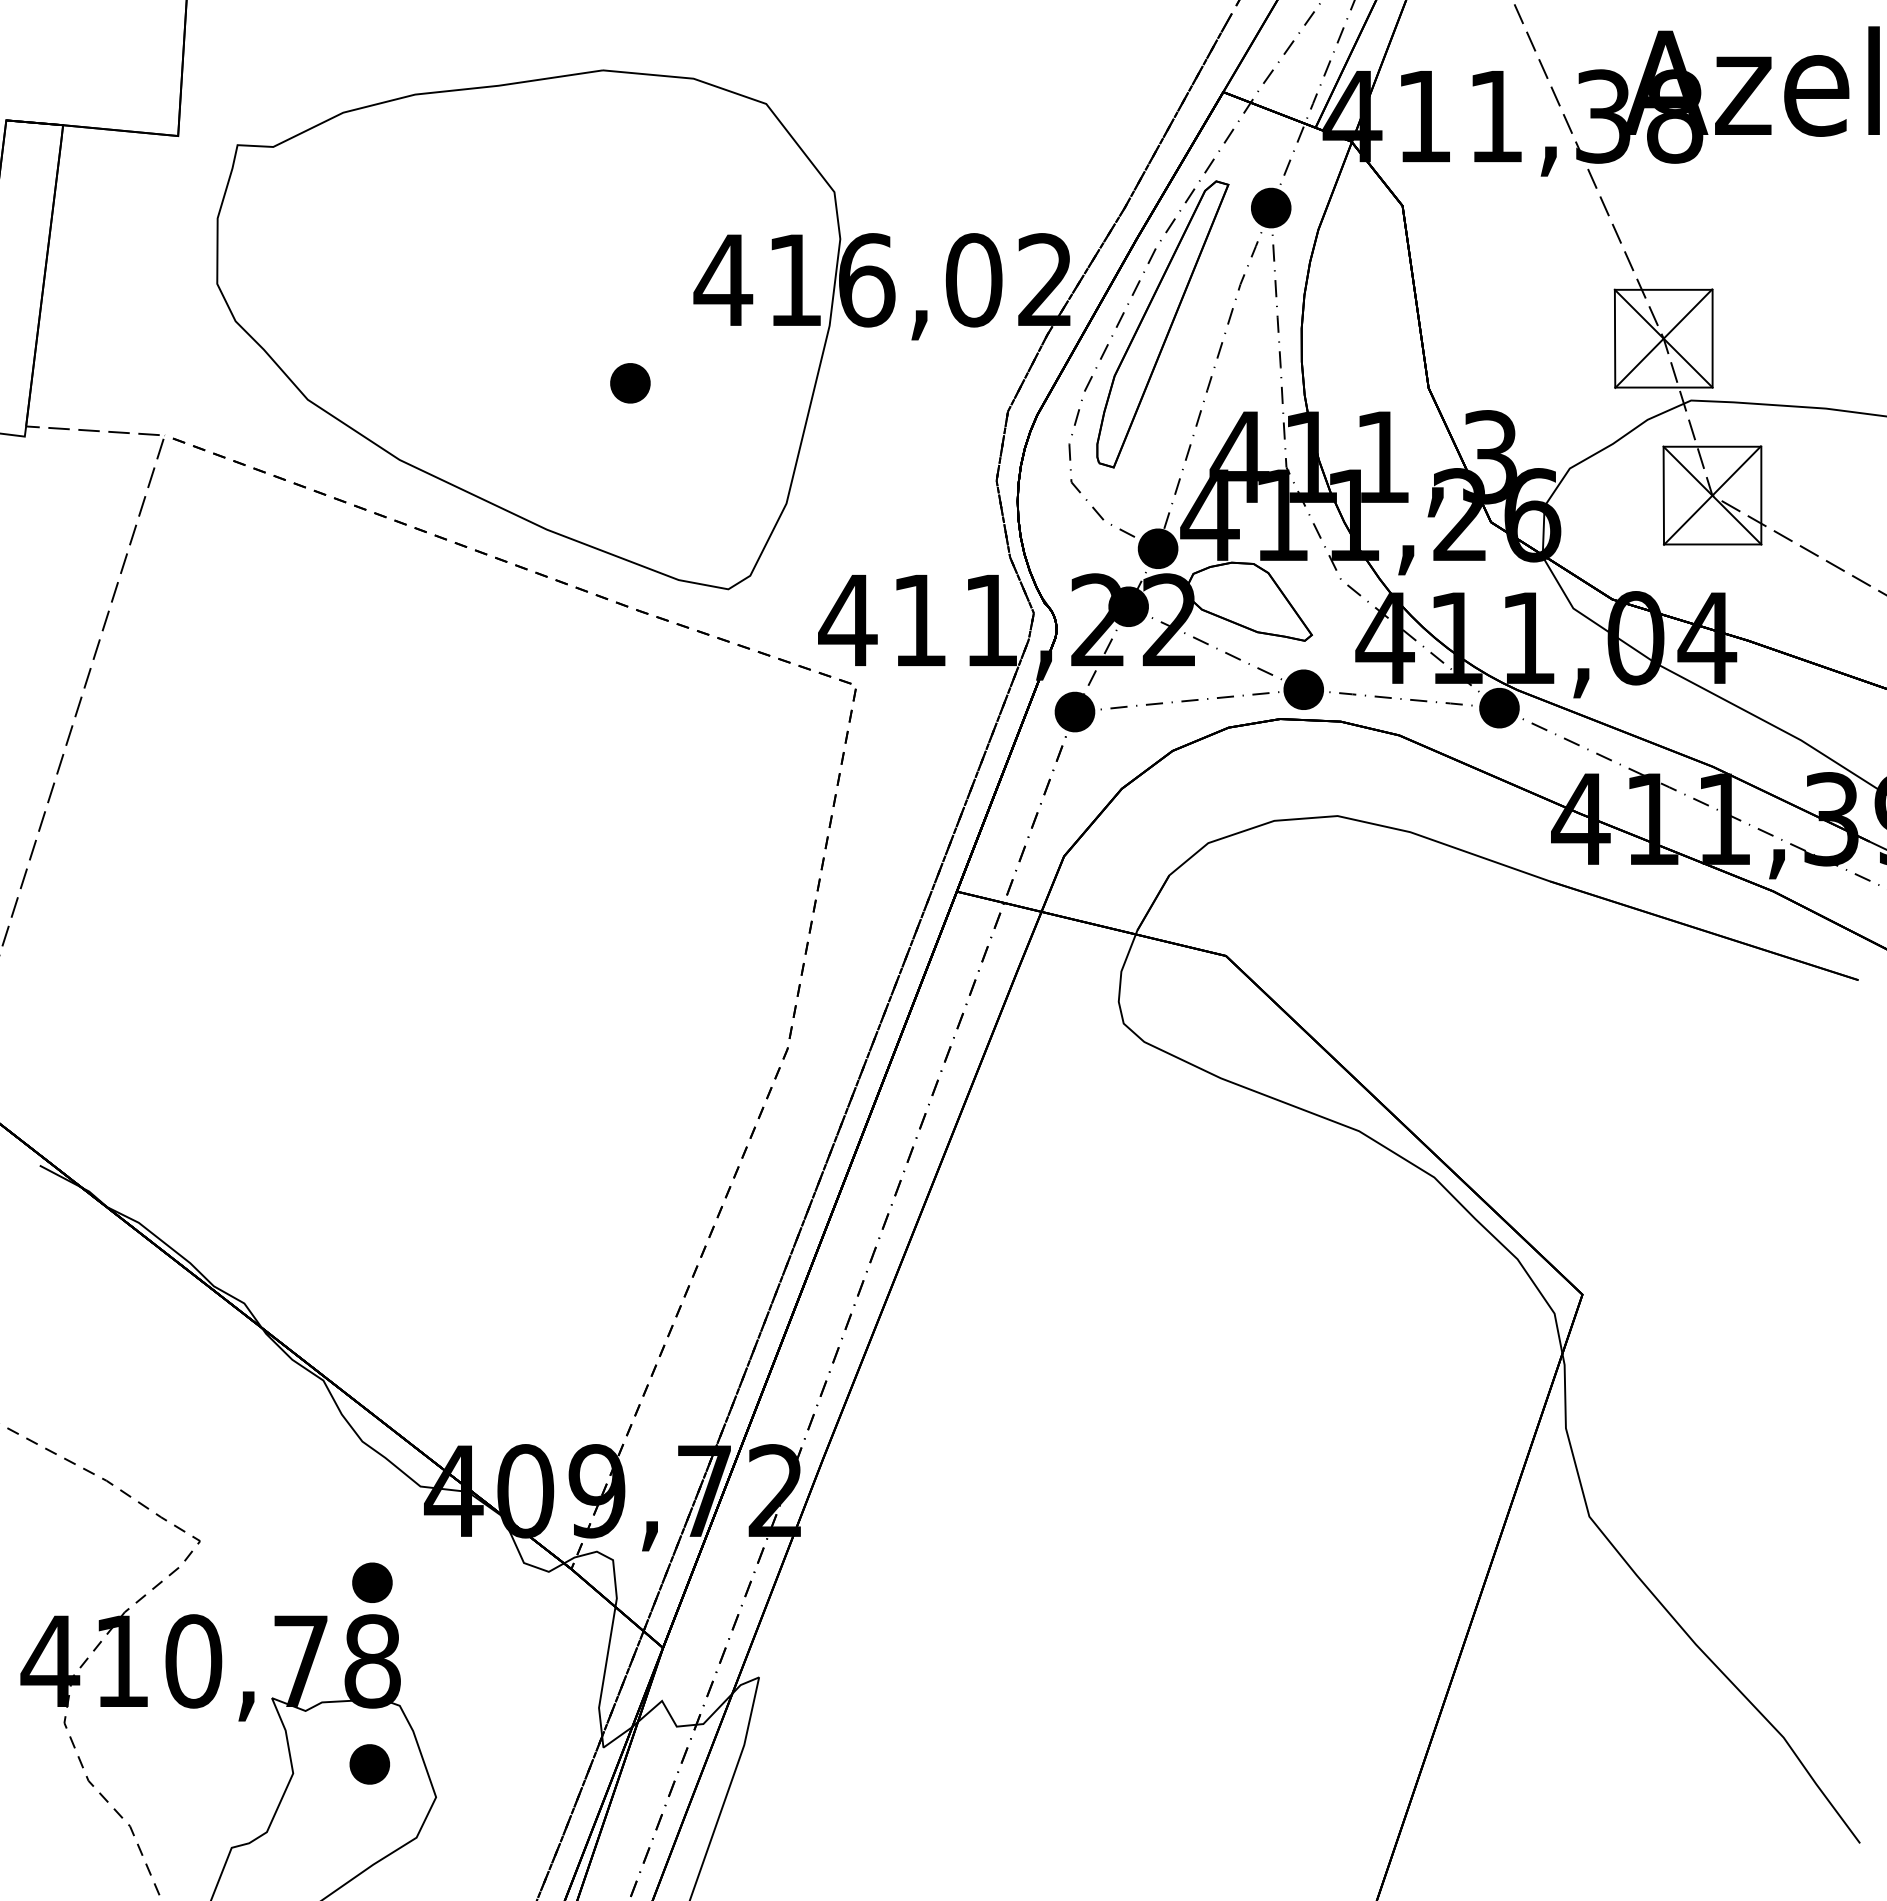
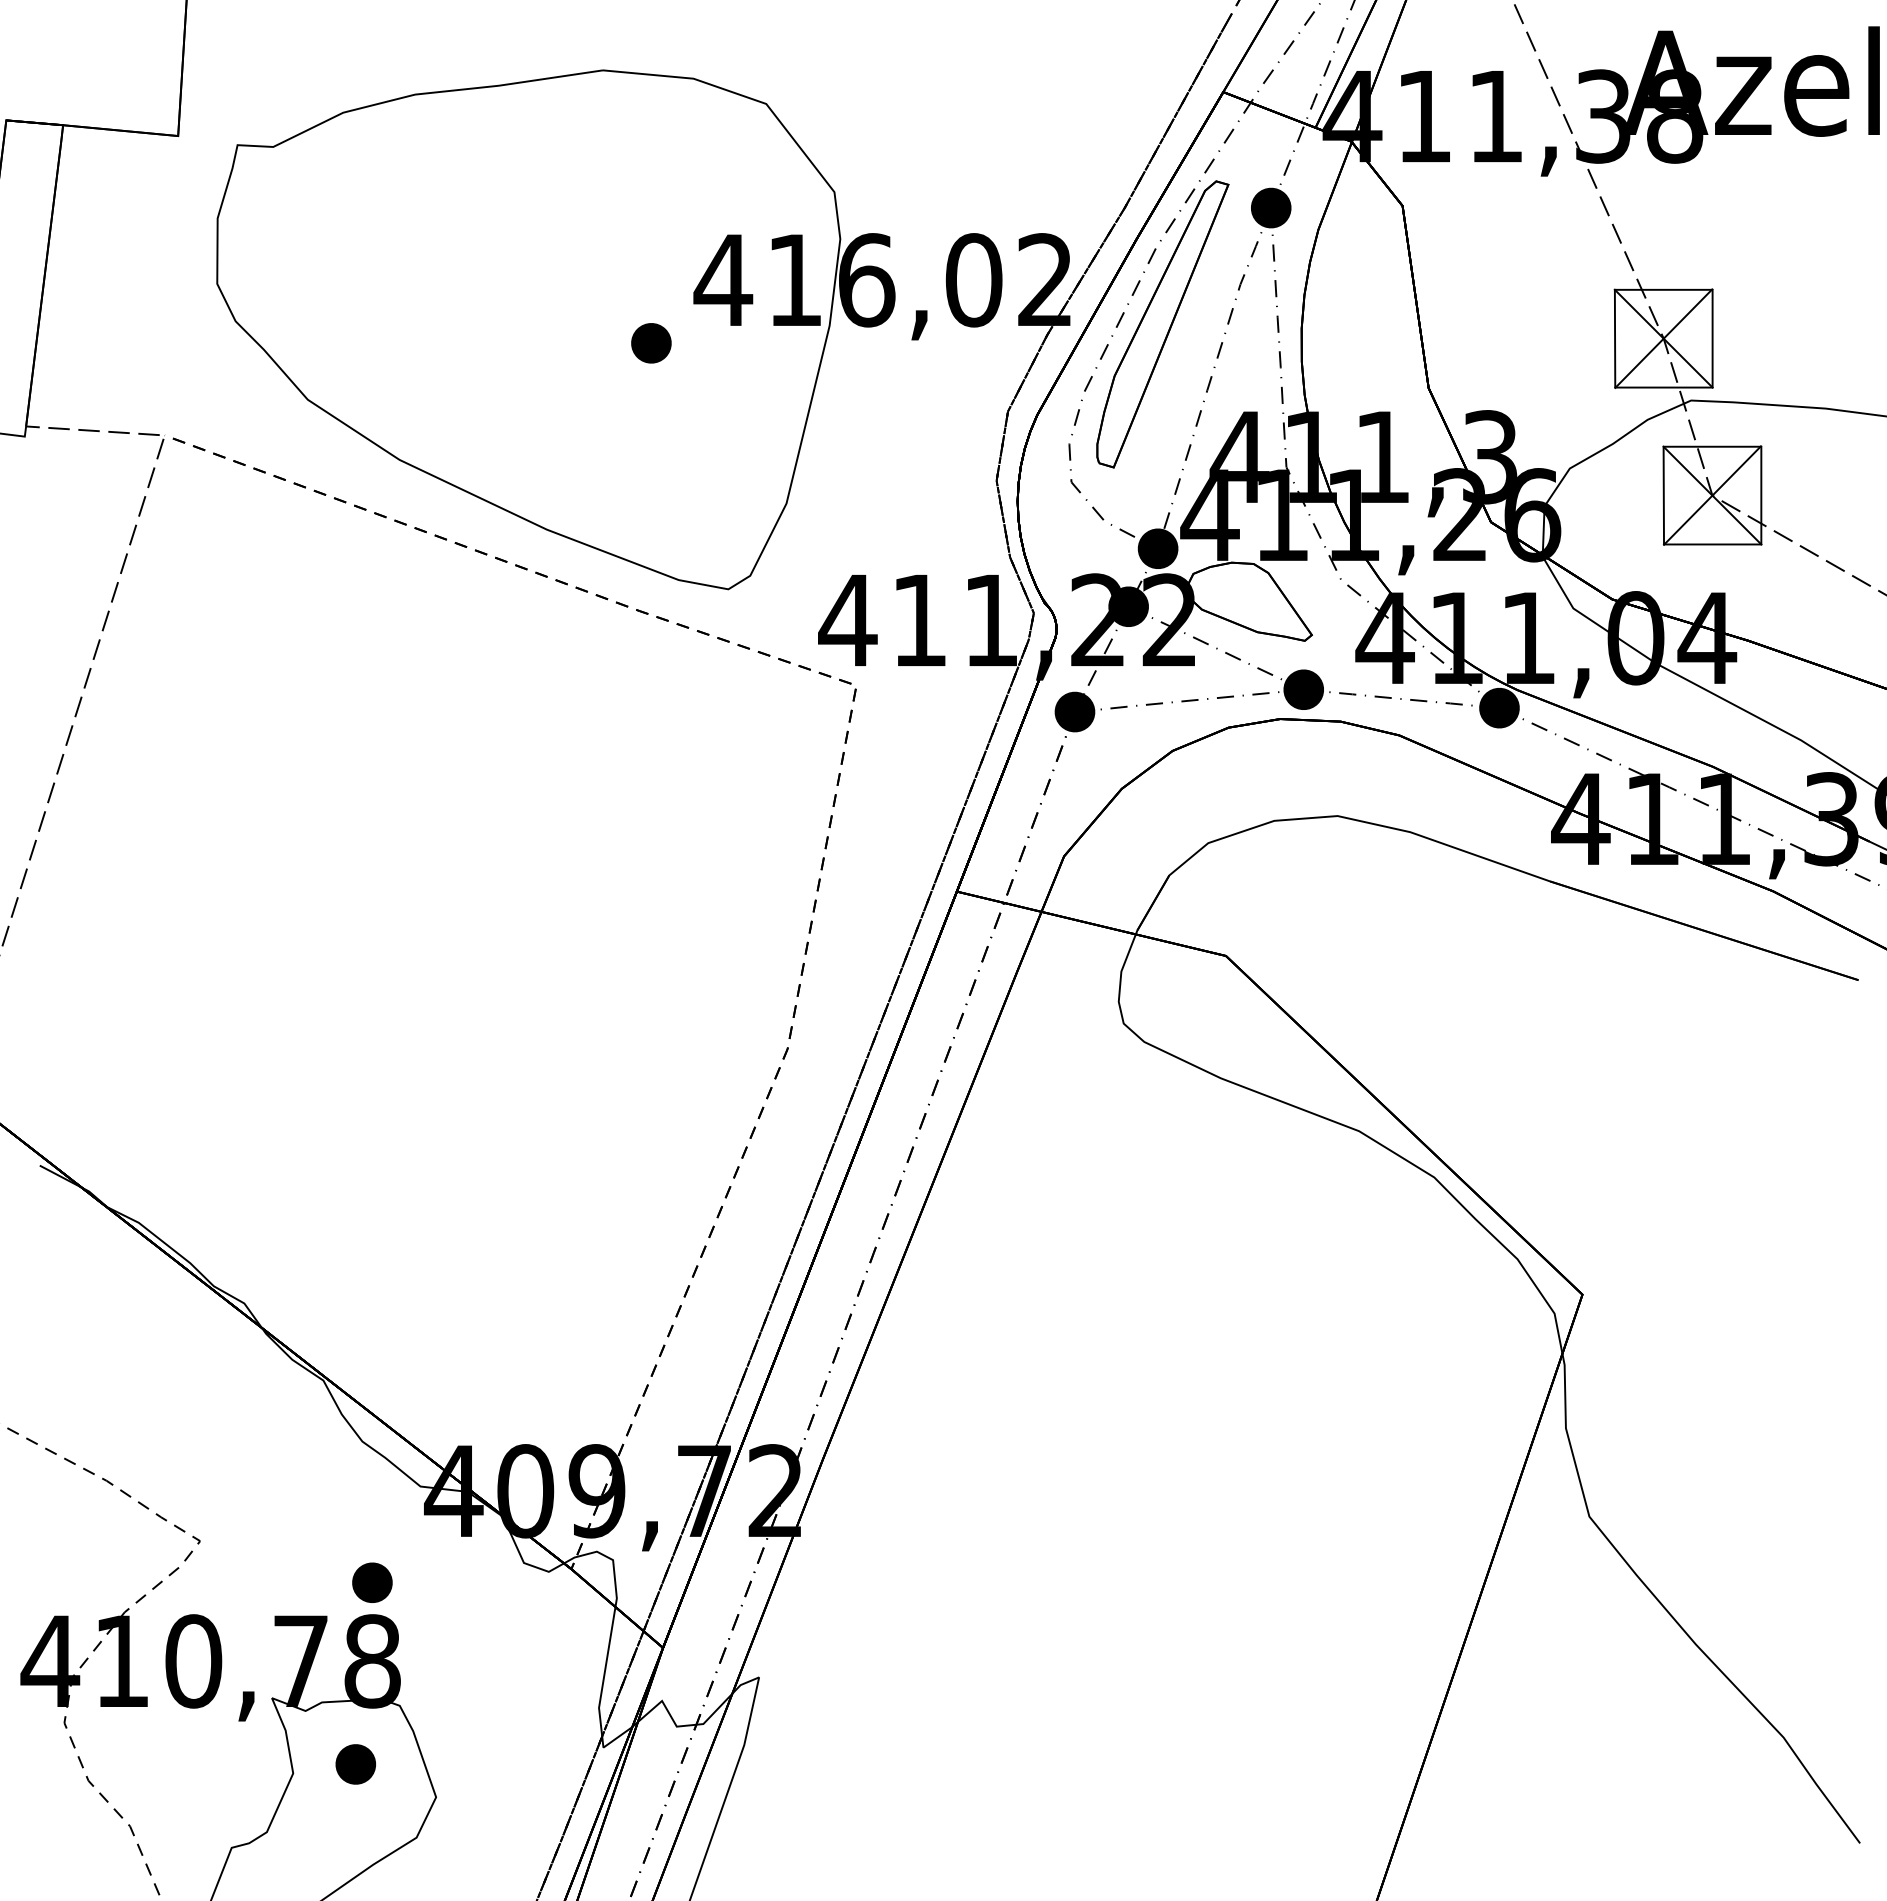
part at (630, 383) position: (630, 383) -> (651, 343)
part at (369, 1764) position: (369, 1764) -> (355, 1764)
